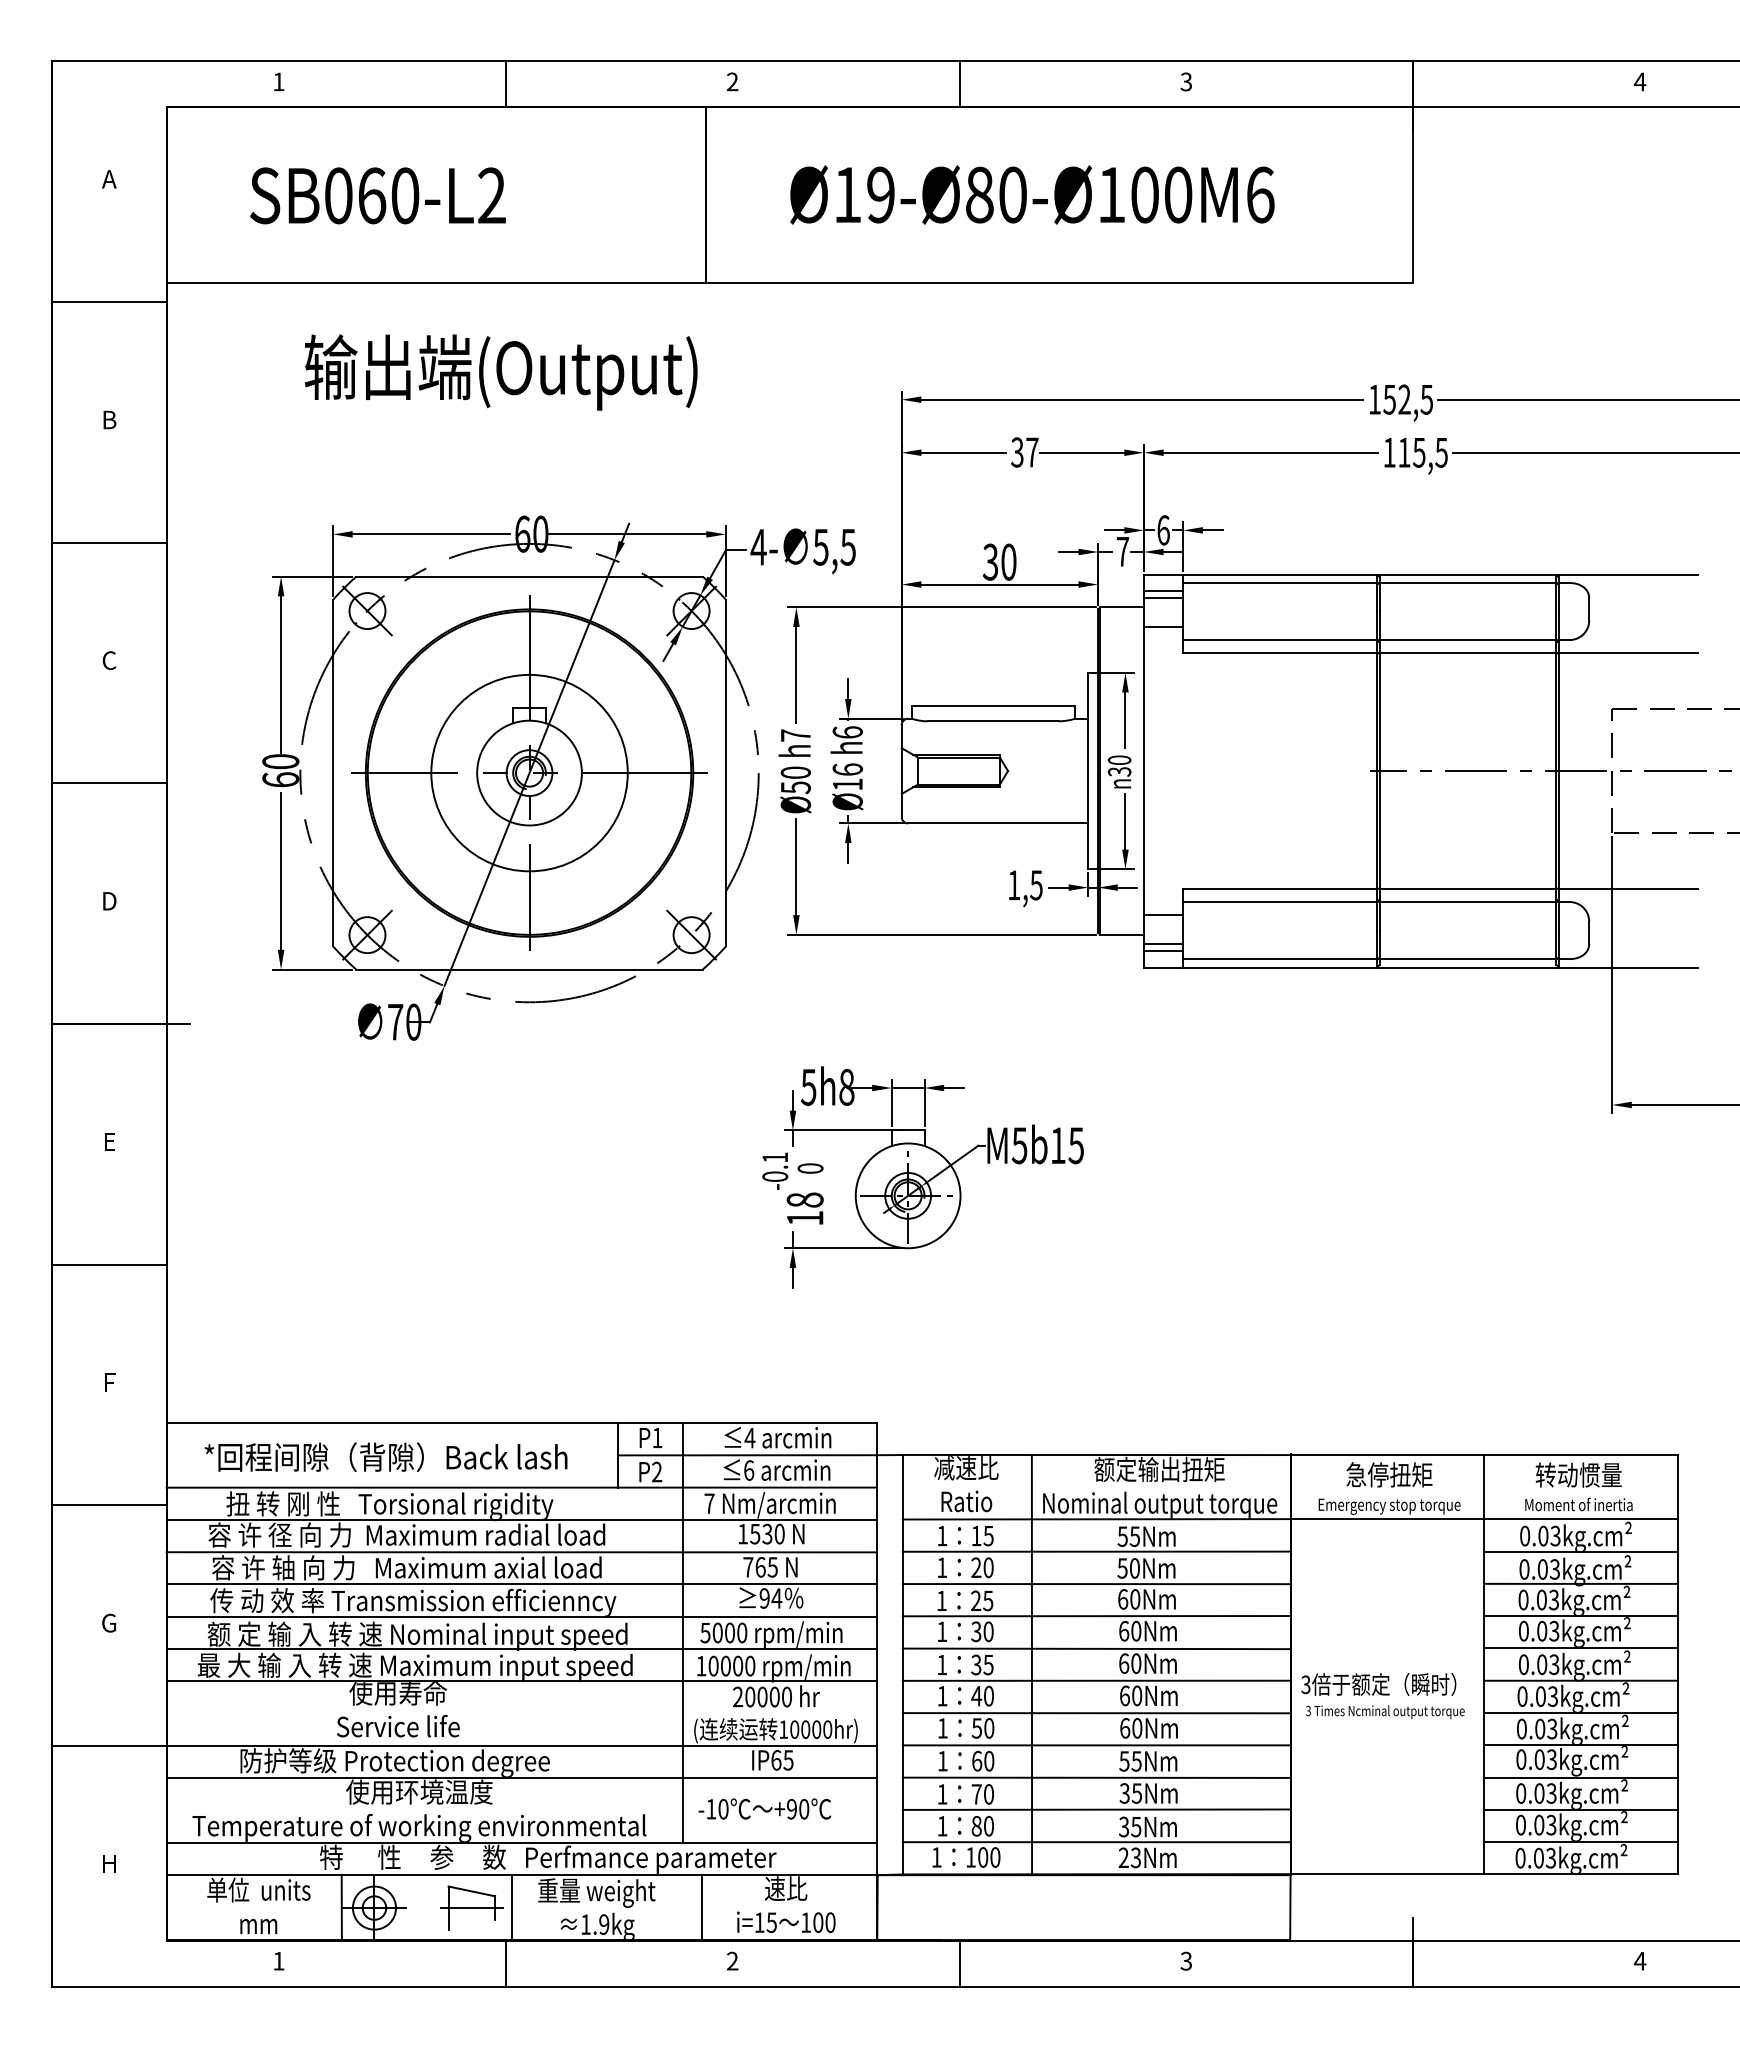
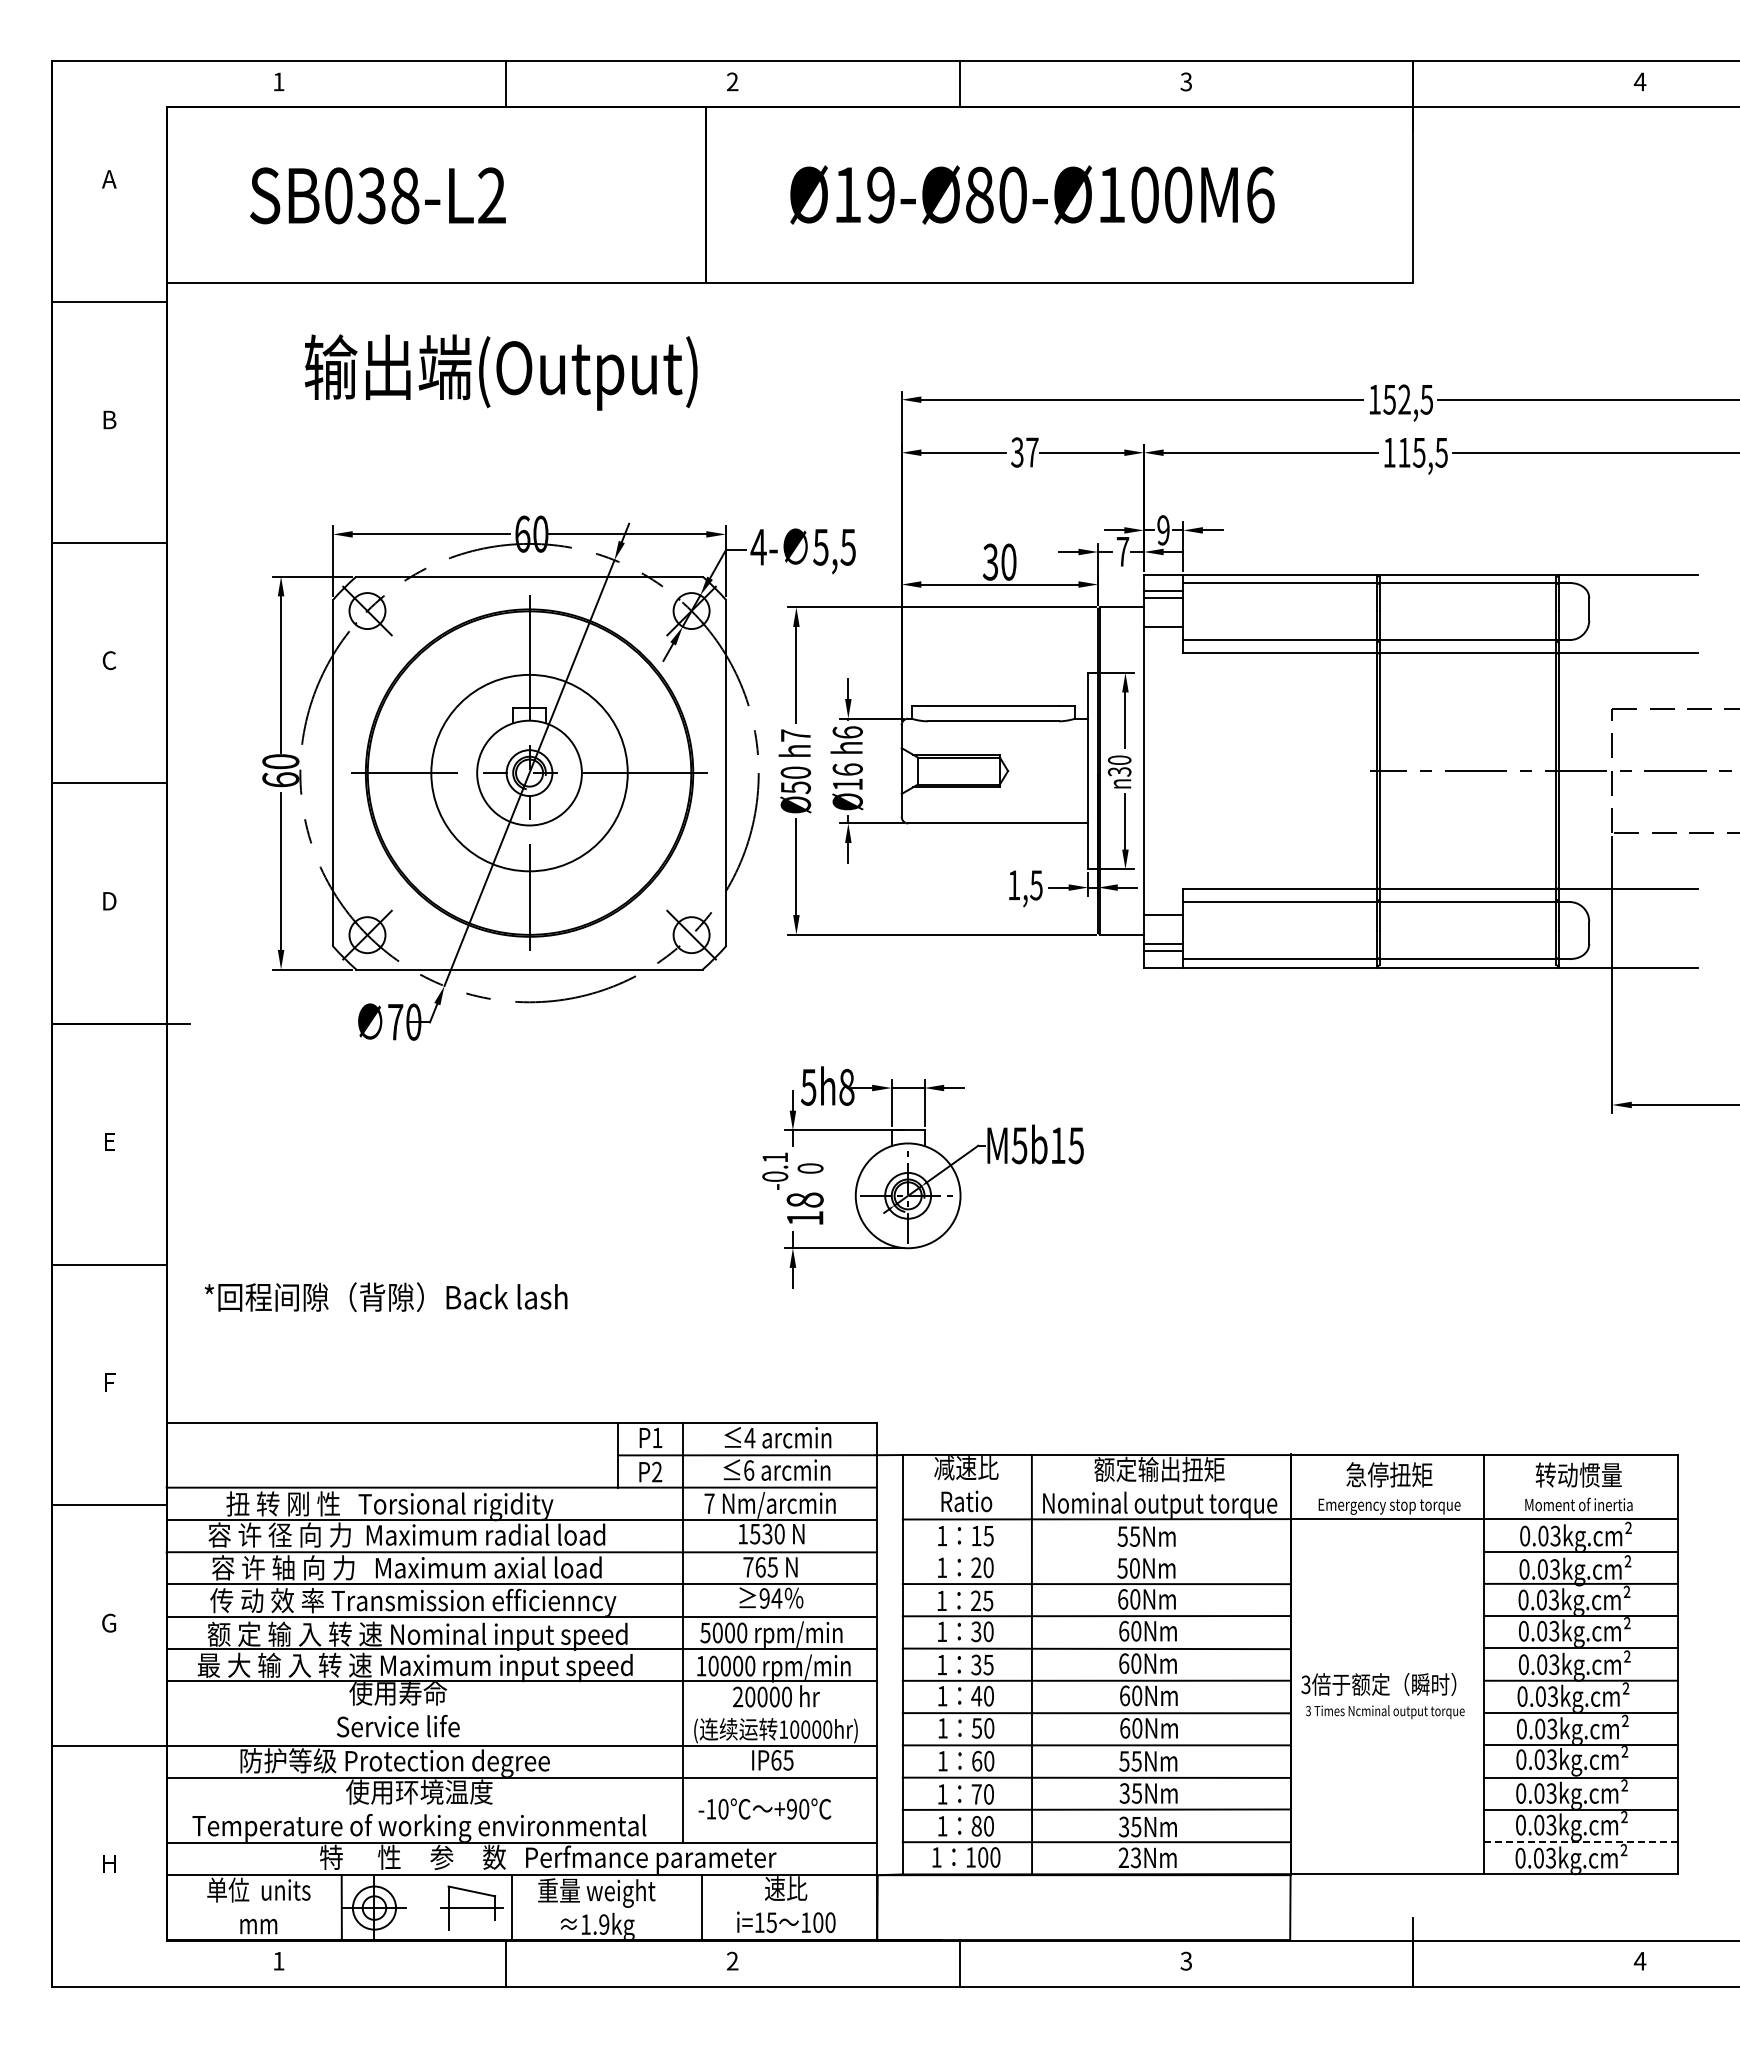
text at (388, 195): SB060-L2 -> SB038-L2
text at (1163, 530): 6 -> 9
text at (385, 1456) position: (385, 1456) -> (385, 1296)
line at (1096, 1551): present -> none
line at (1581, 1842): solid -> dashed
